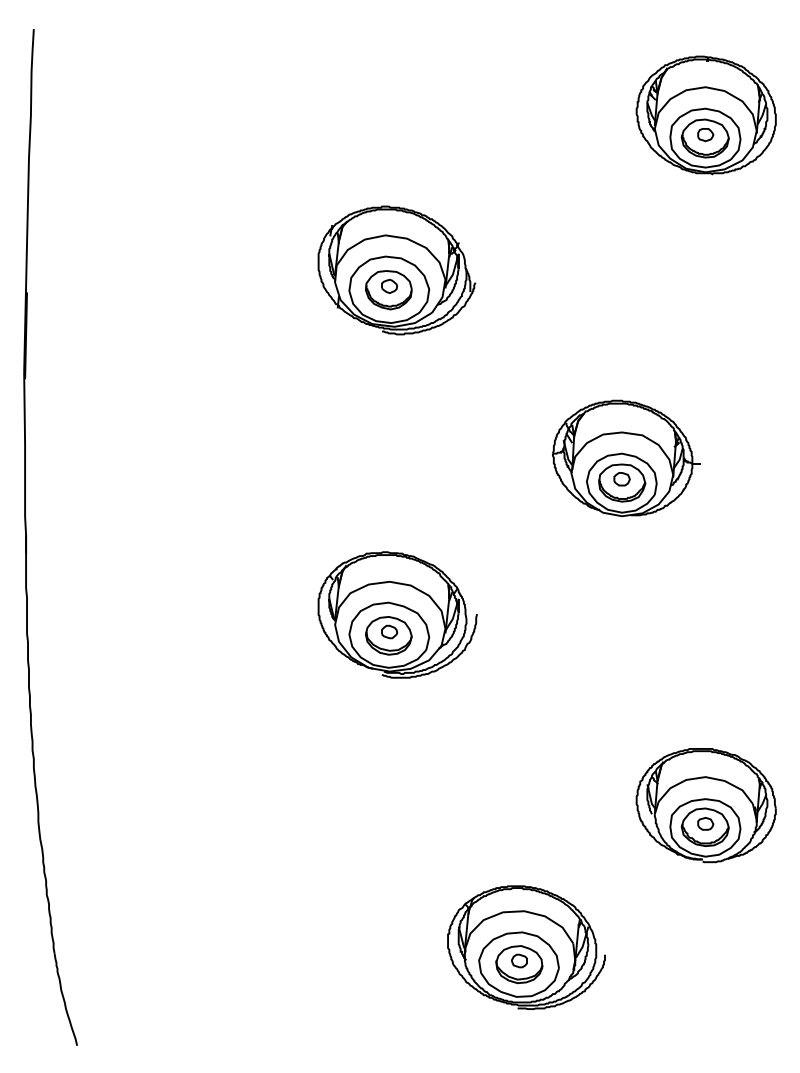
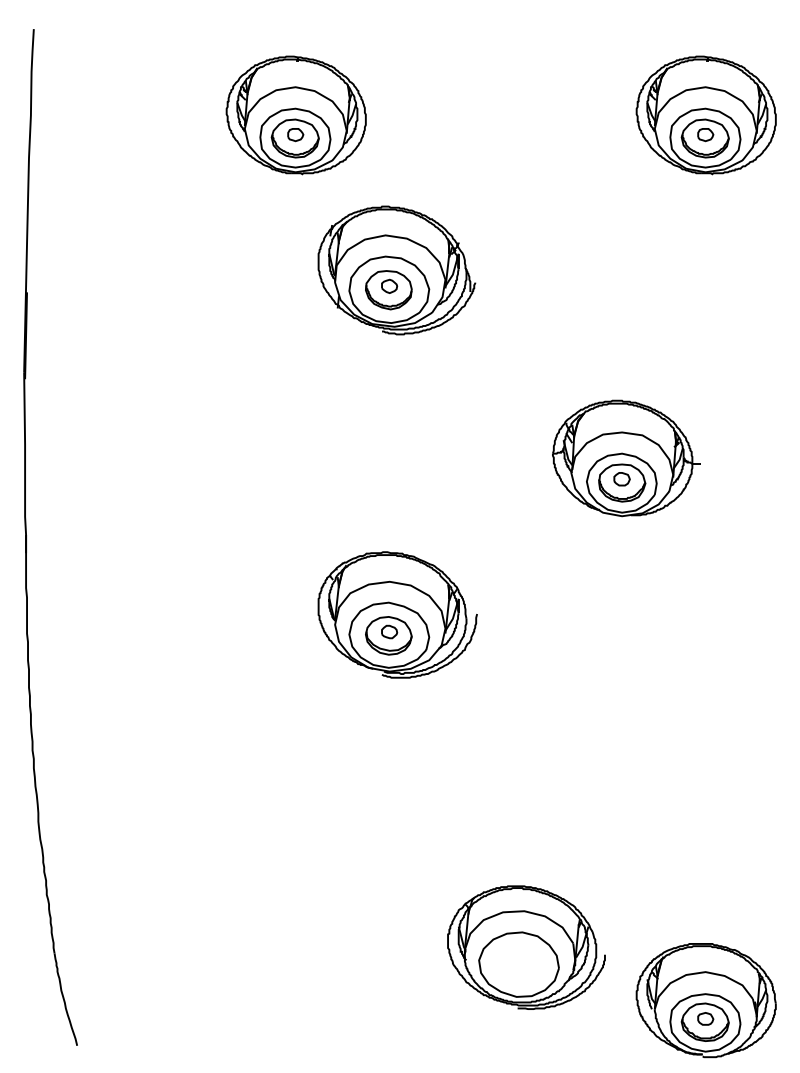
part at (295, 115): none -> present
part at (705, 805) position: (705, 805) -> (705, 1000)
part at (519, 964): present -> none
